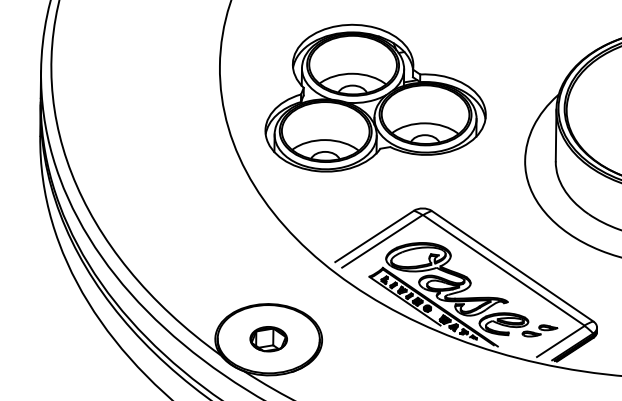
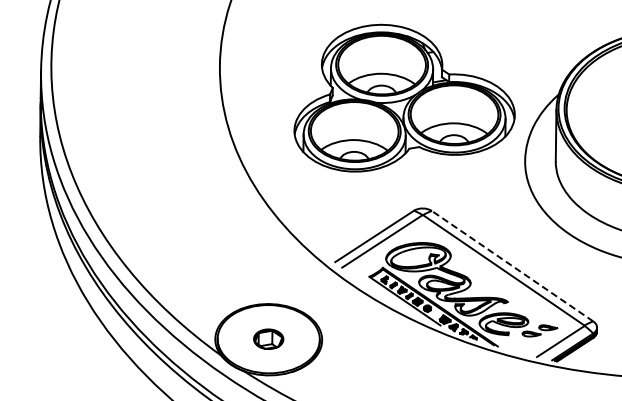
part at (375, 97) position: (375, 97) -> (404, 97)
line at (512, 266): solid -> dashed
part at (268, 339) size: 39x27 px -> 32x22 px
